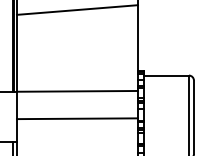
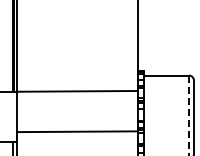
line at (77, 9): present -> none
line at (188, 115): solid -> dashed
line at (77, 118) position: (77, 118) -> (77, 131)
